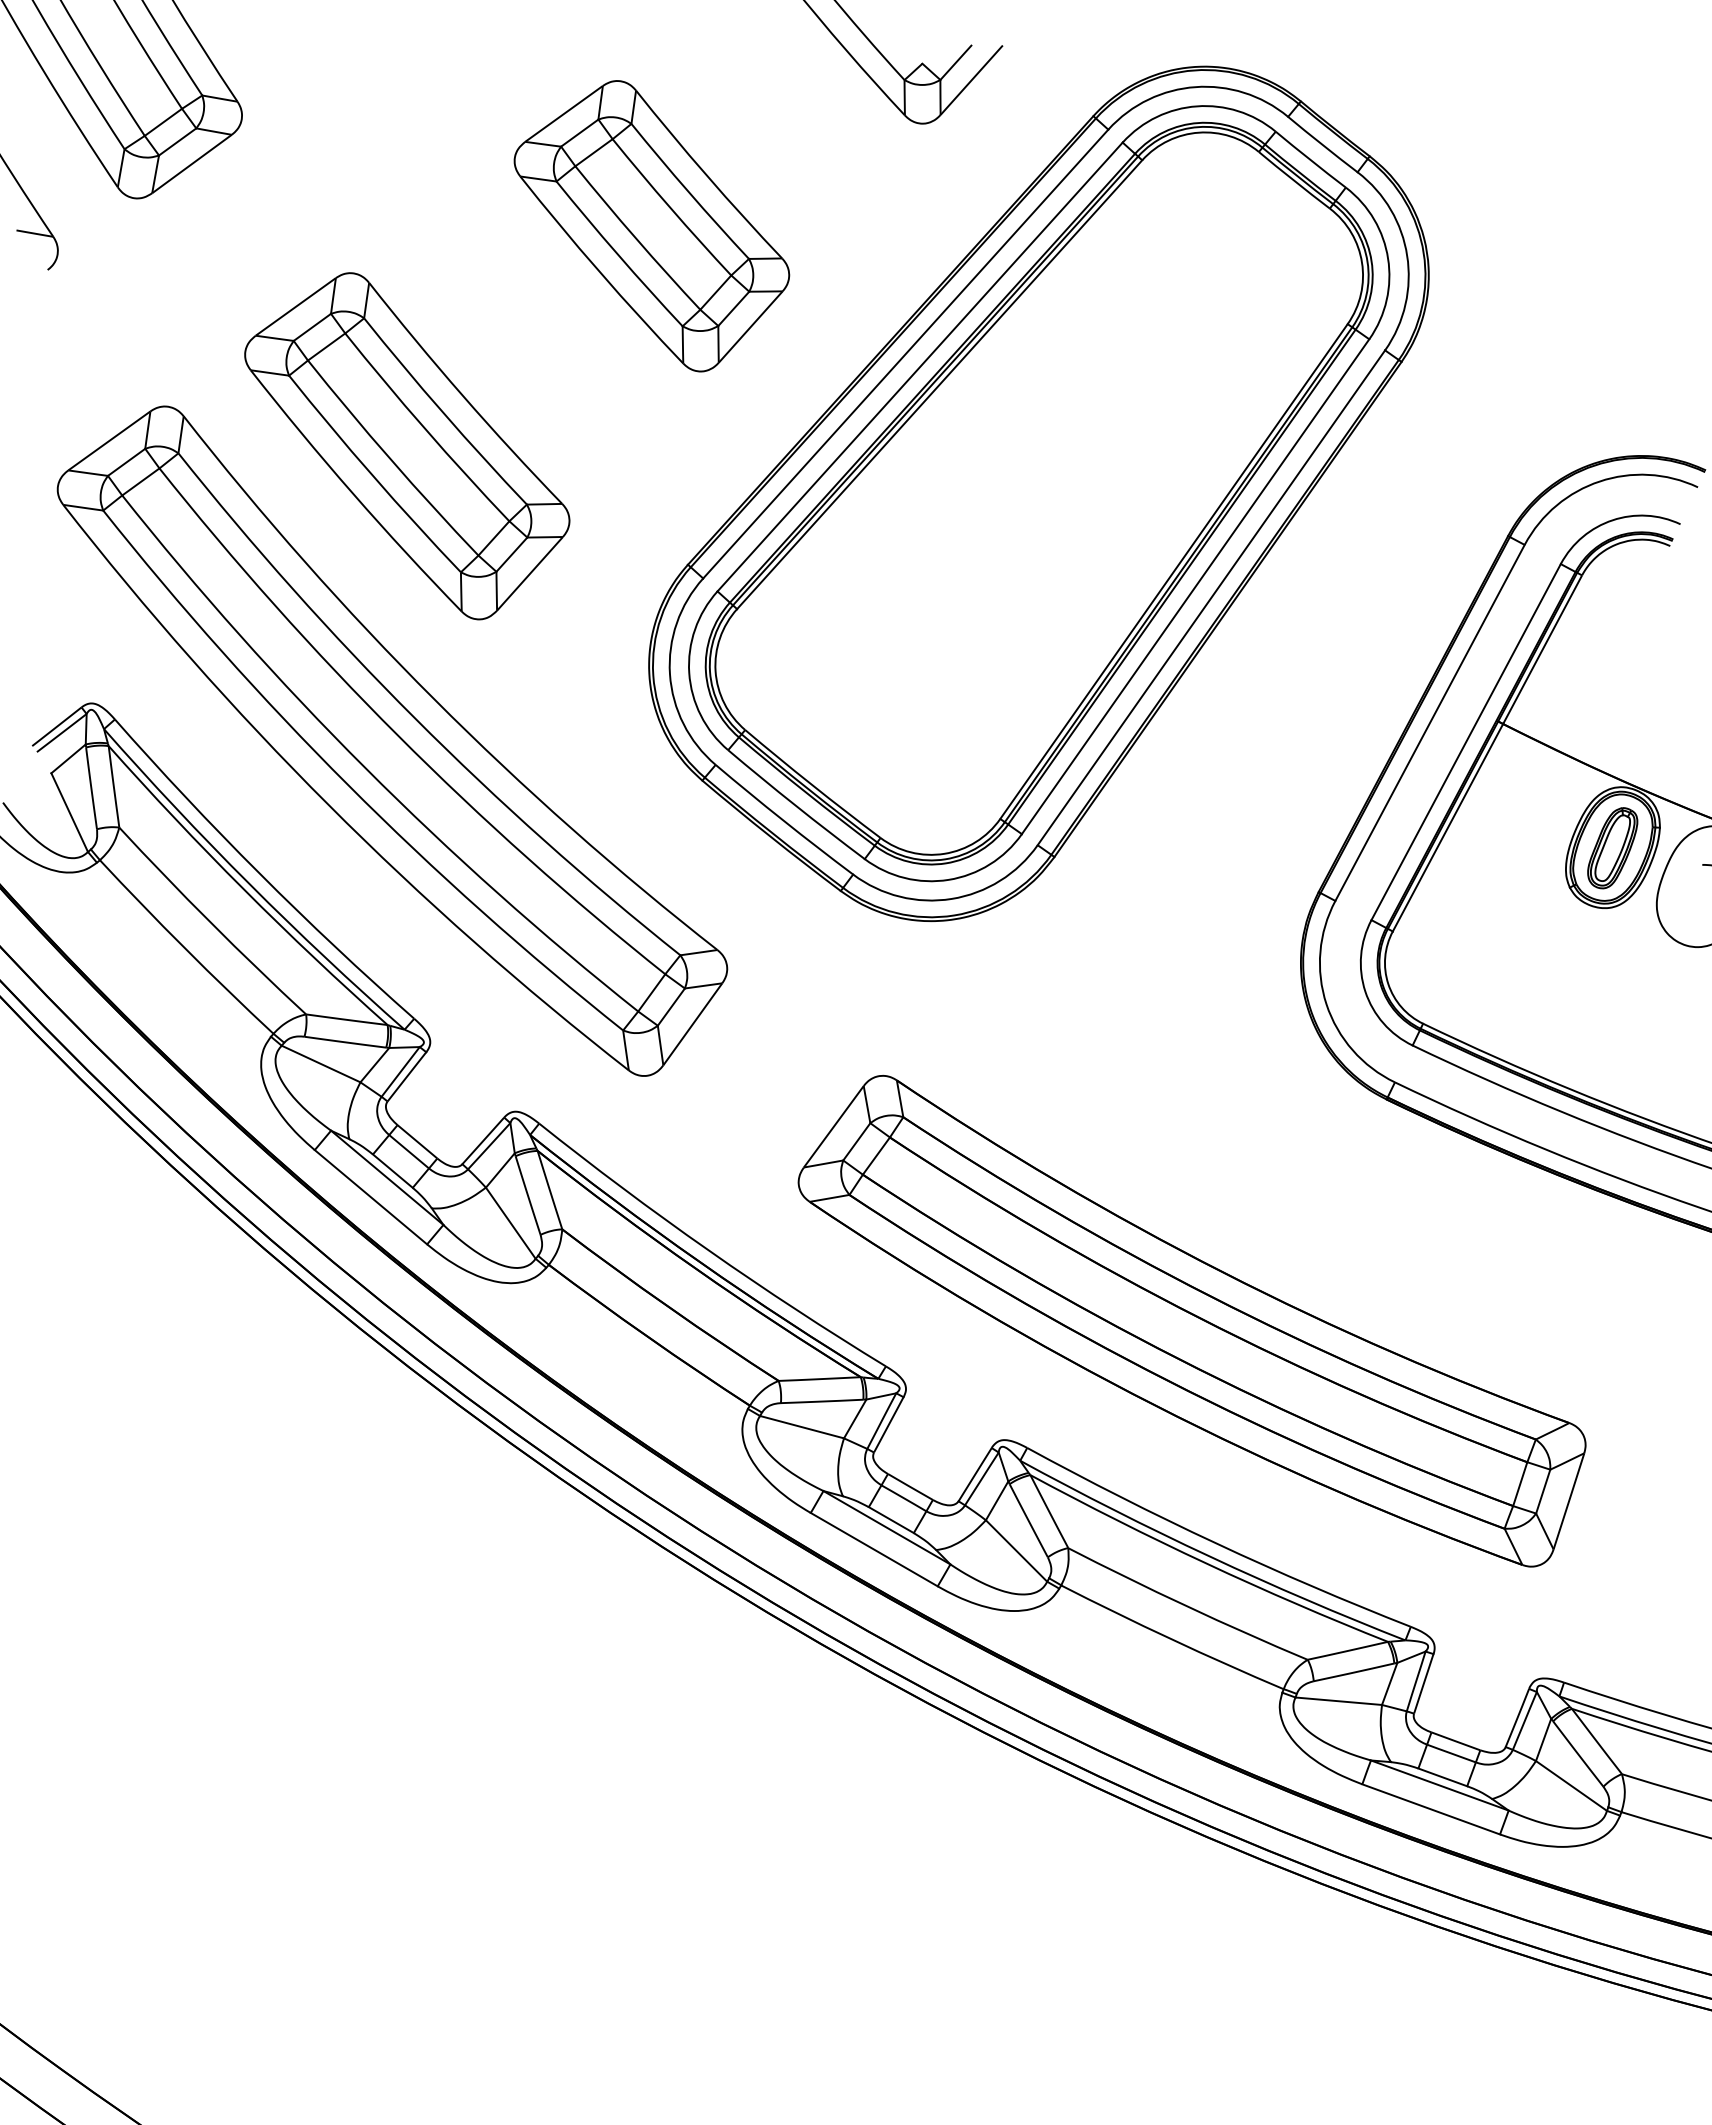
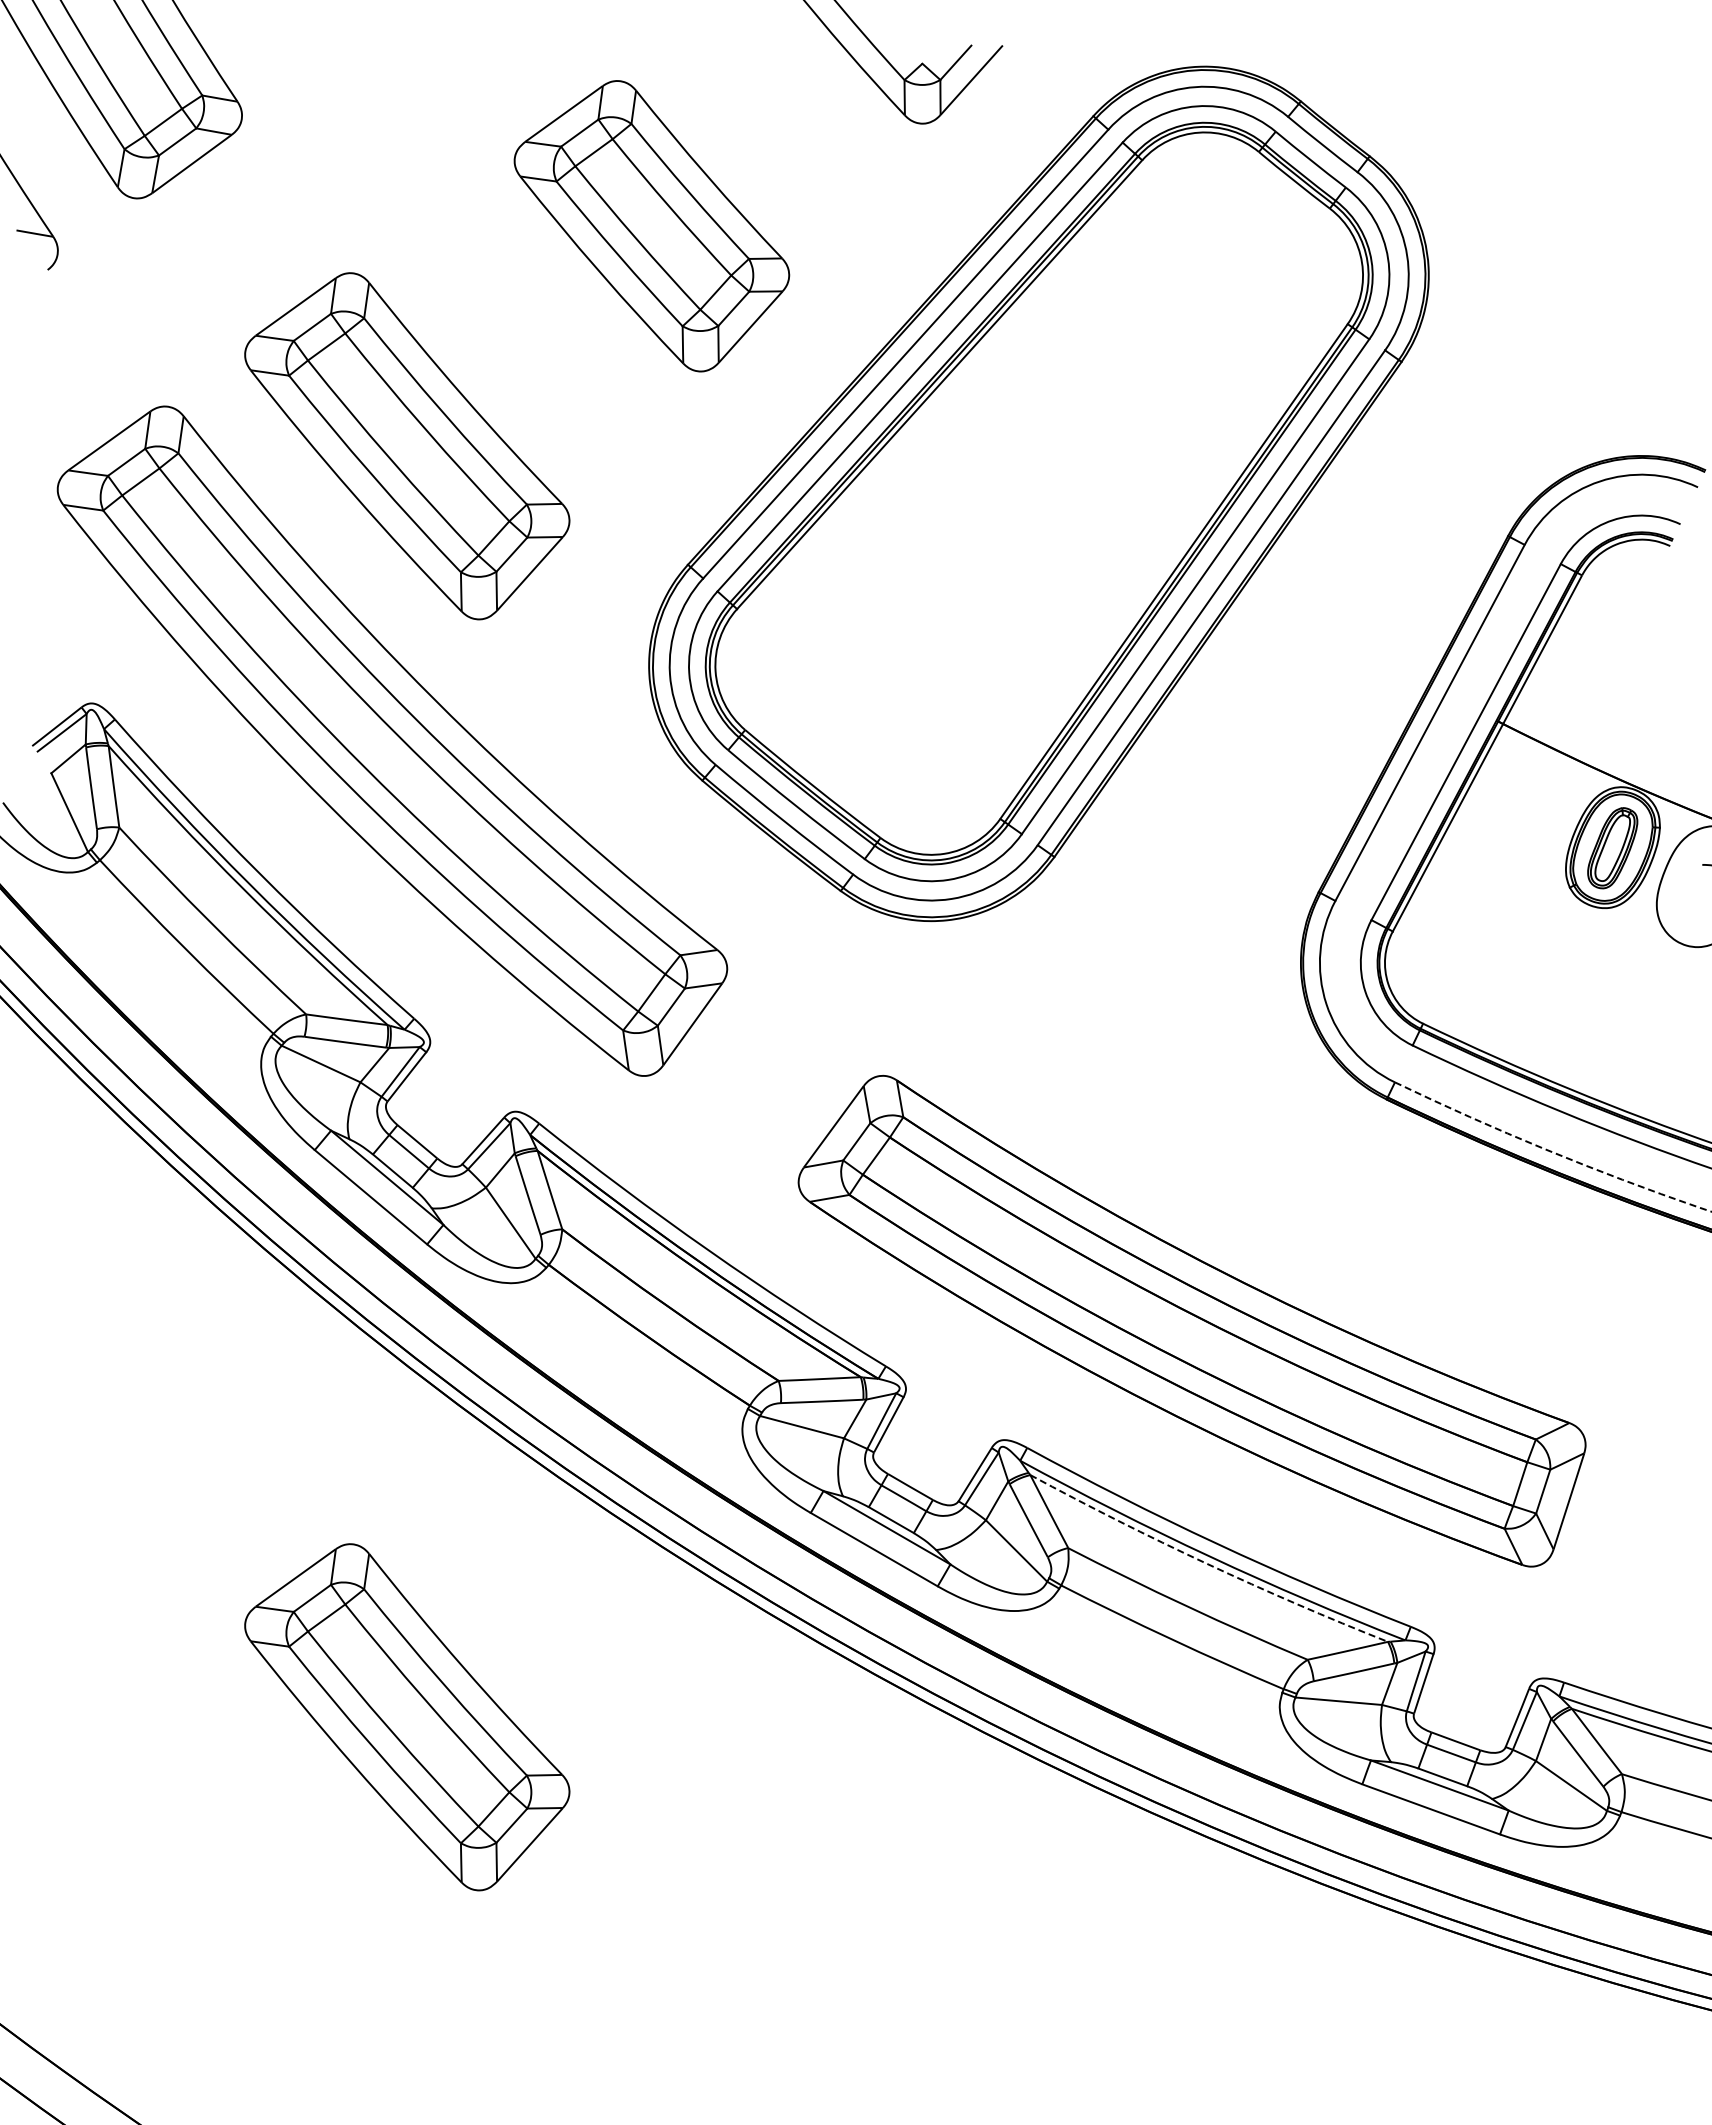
arc at (1552, 1152): solid -> dashed
arc at (1206, 1563): solid -> dashed
part at (407, 1717): none -> present
